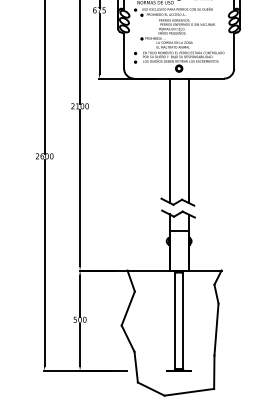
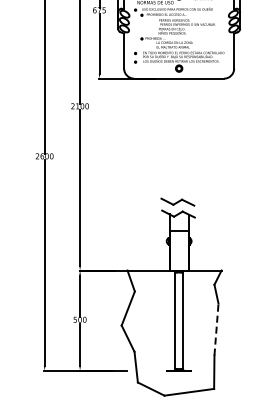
line at (169, 140): present -> none
line at (188, 140): present -> none
line at (216, 329): solid -> dashed
